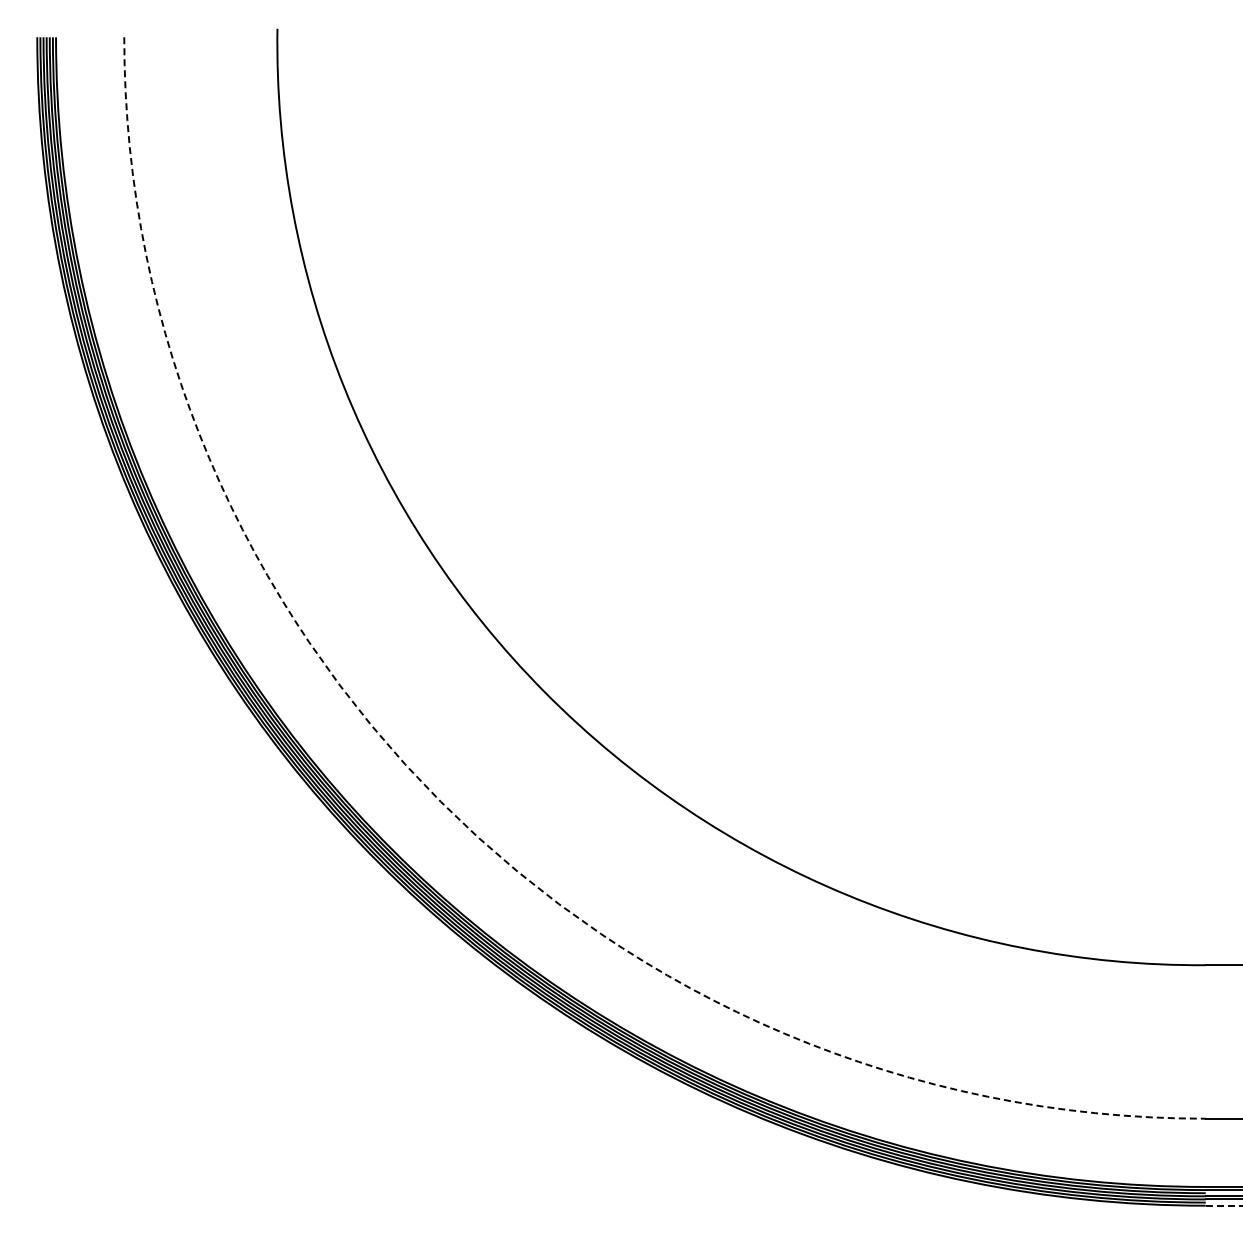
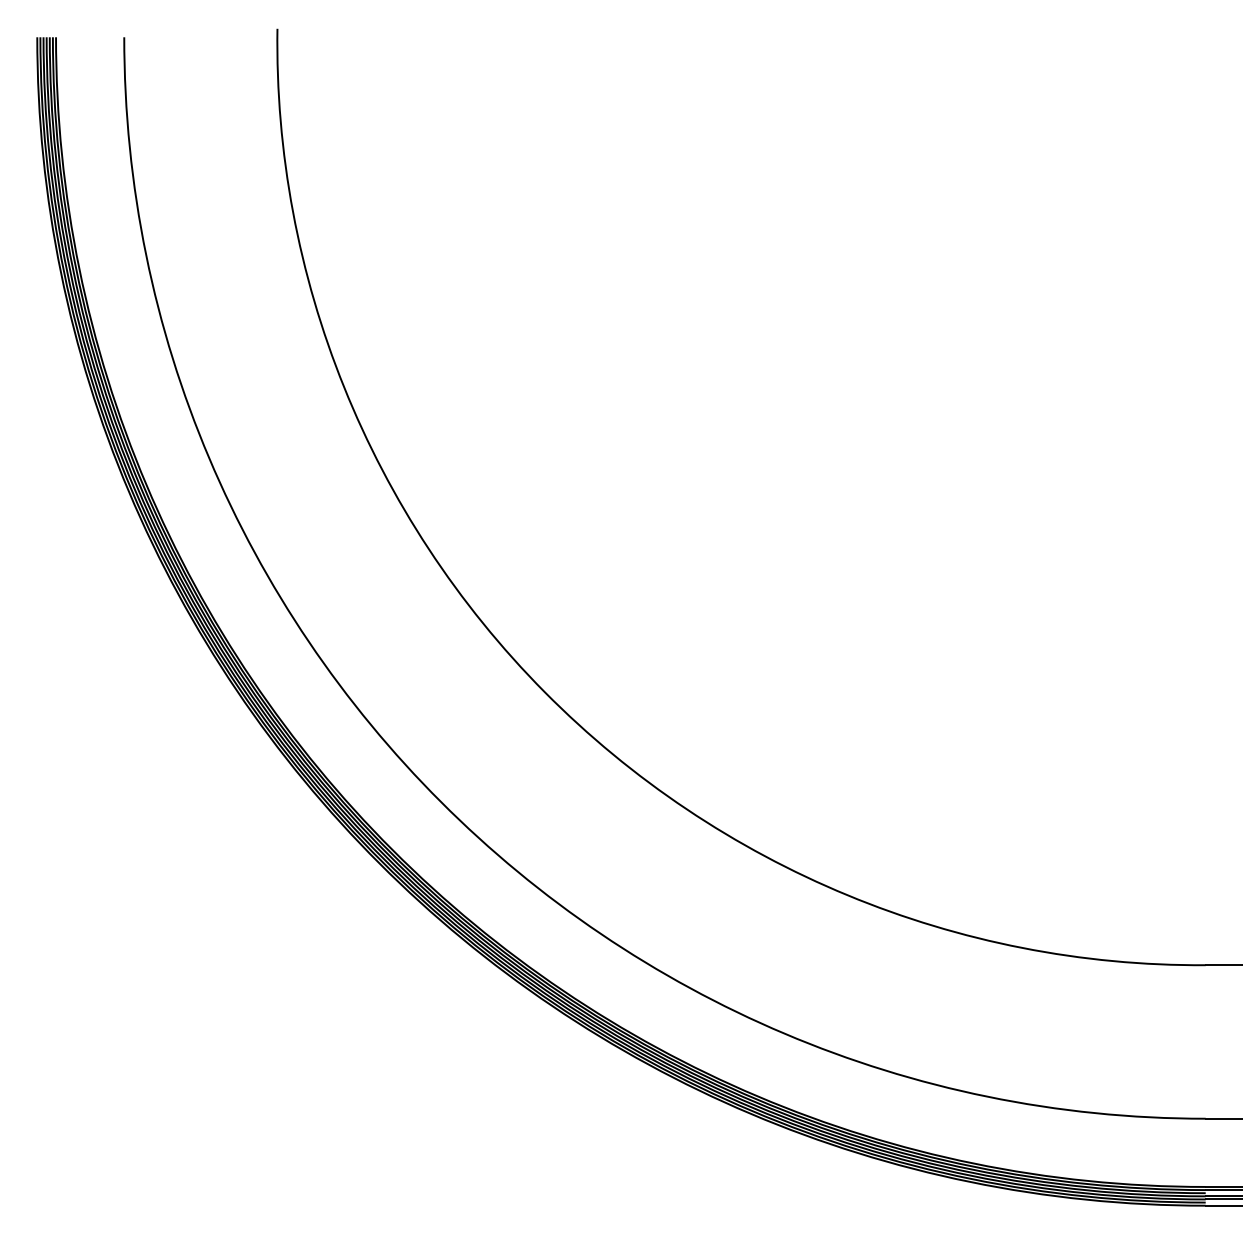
arc at (441, 801): dashed -> solid
line at (1224, 1205): dashed -> solid
